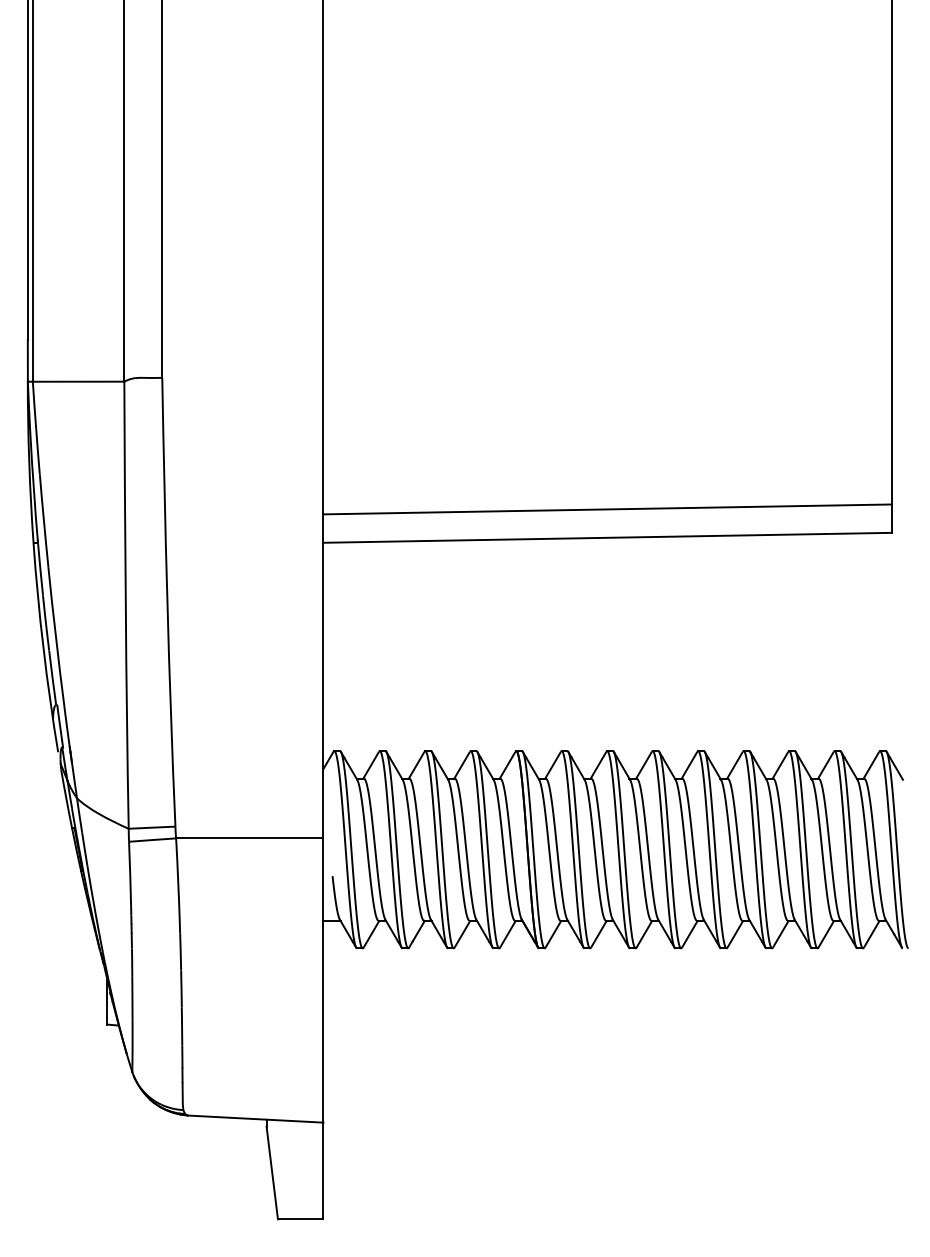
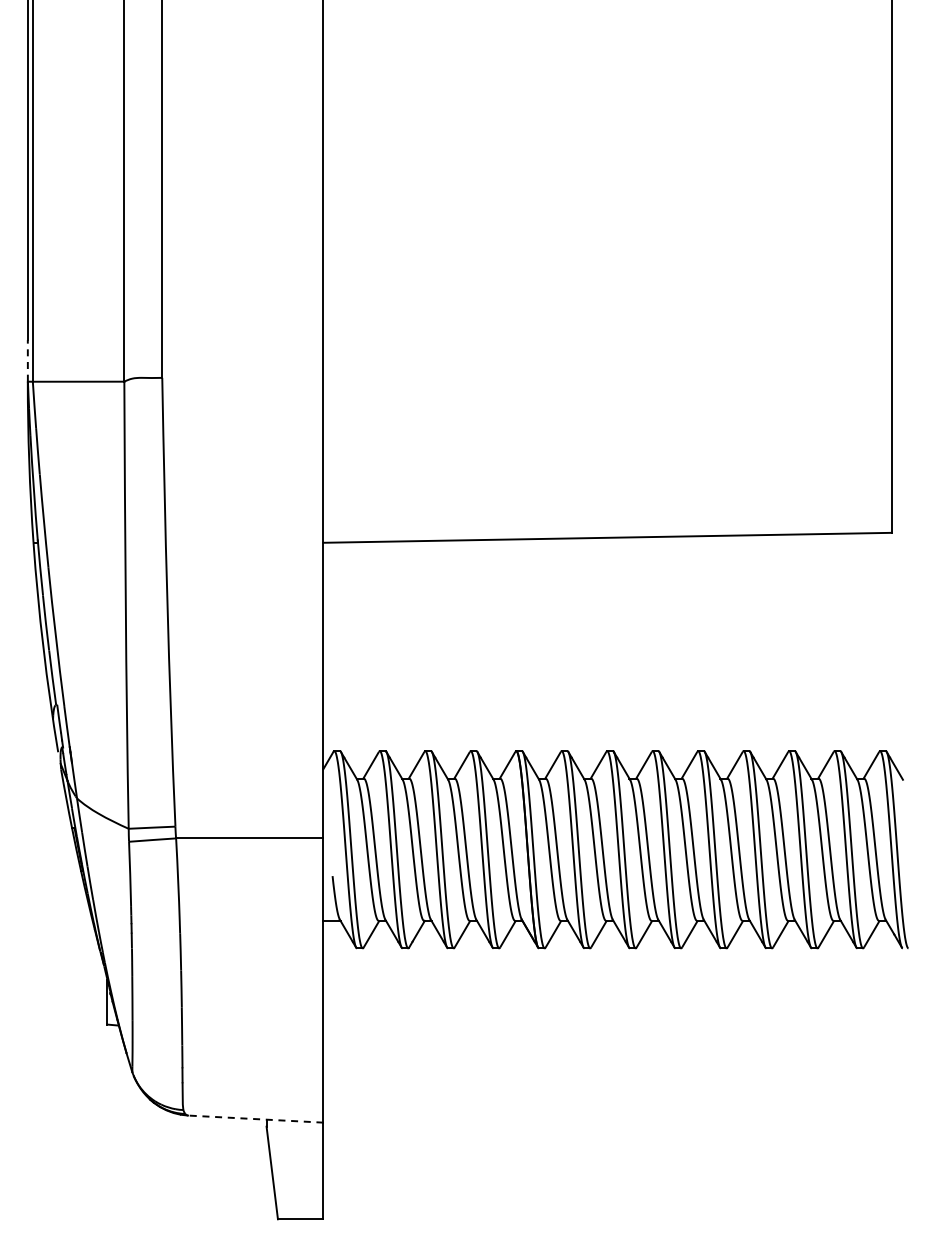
line at (27, 360): solid -> dashed
line at (607, 509): present -> none
line at (255, 1119): solid -> dashed
